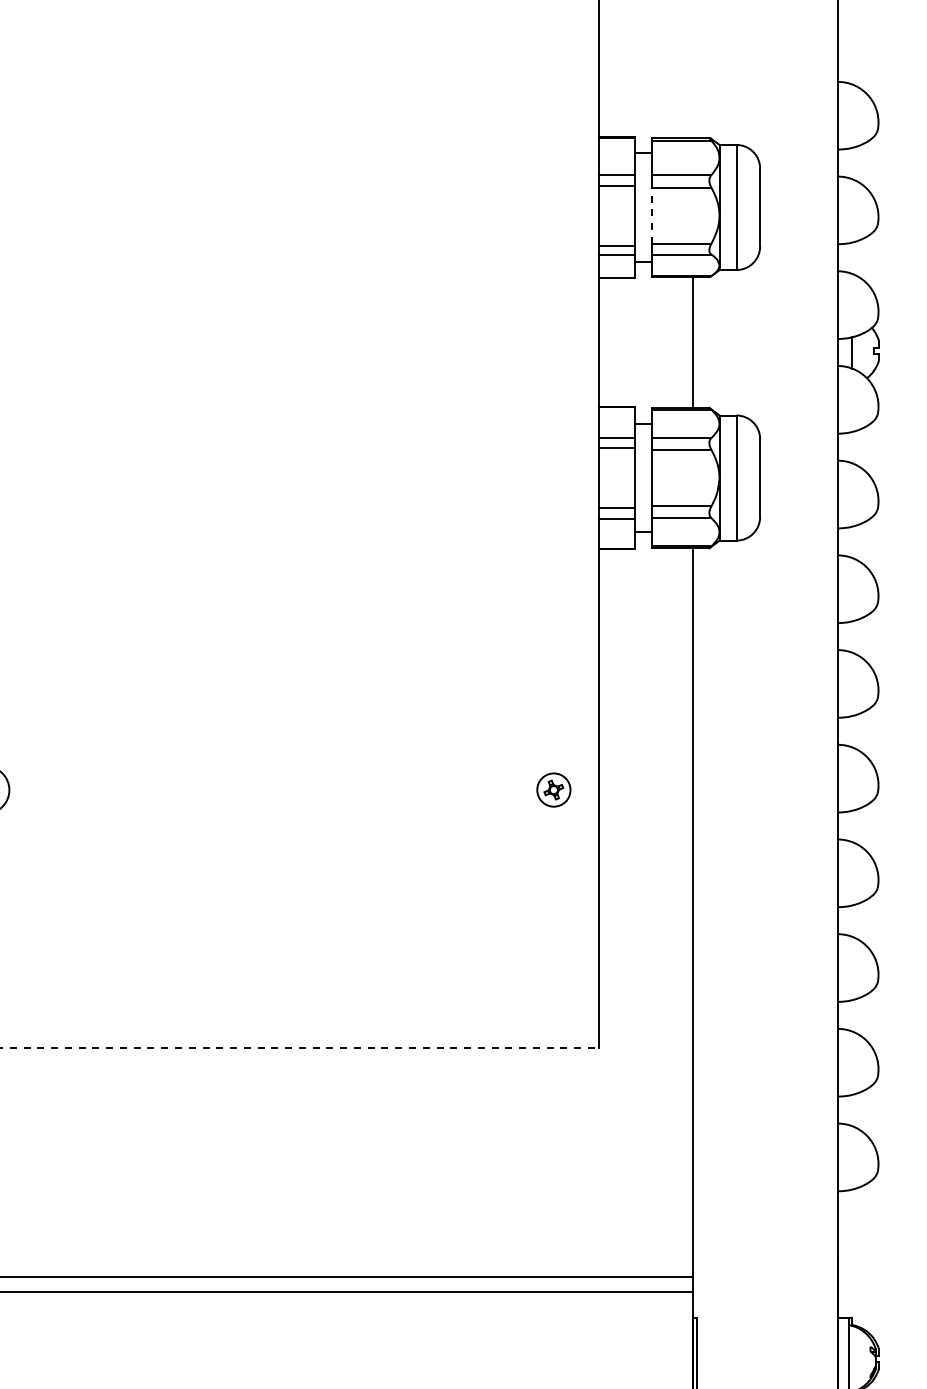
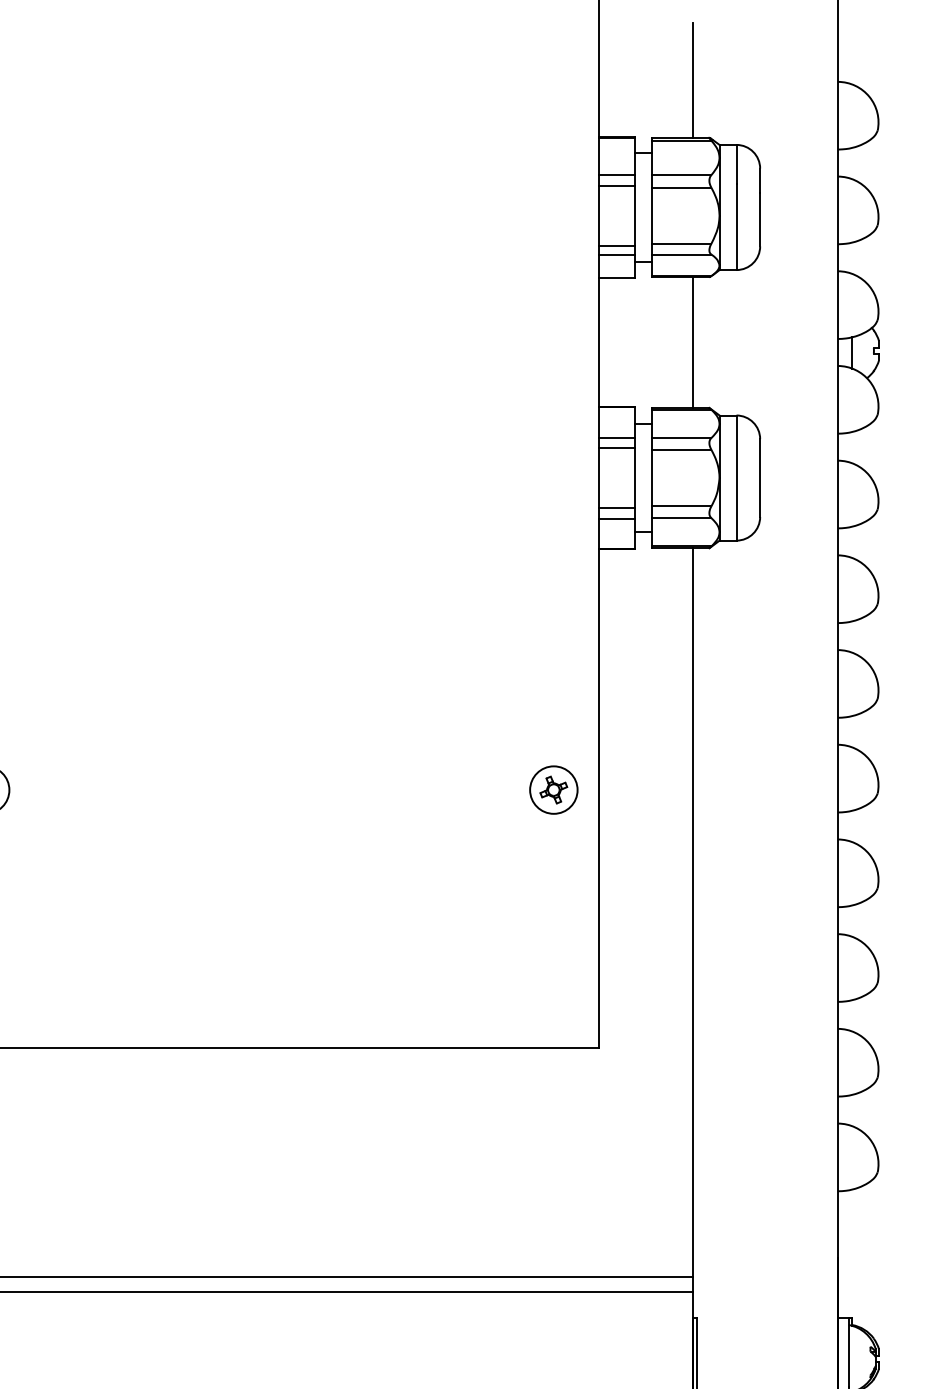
line at (692, 79): none -> present
line at (651, 215): dashed -> solid
part at (553, 789) size: 36x36 px -> 50x50 px
line at (299, 1047): dashed -> solid
